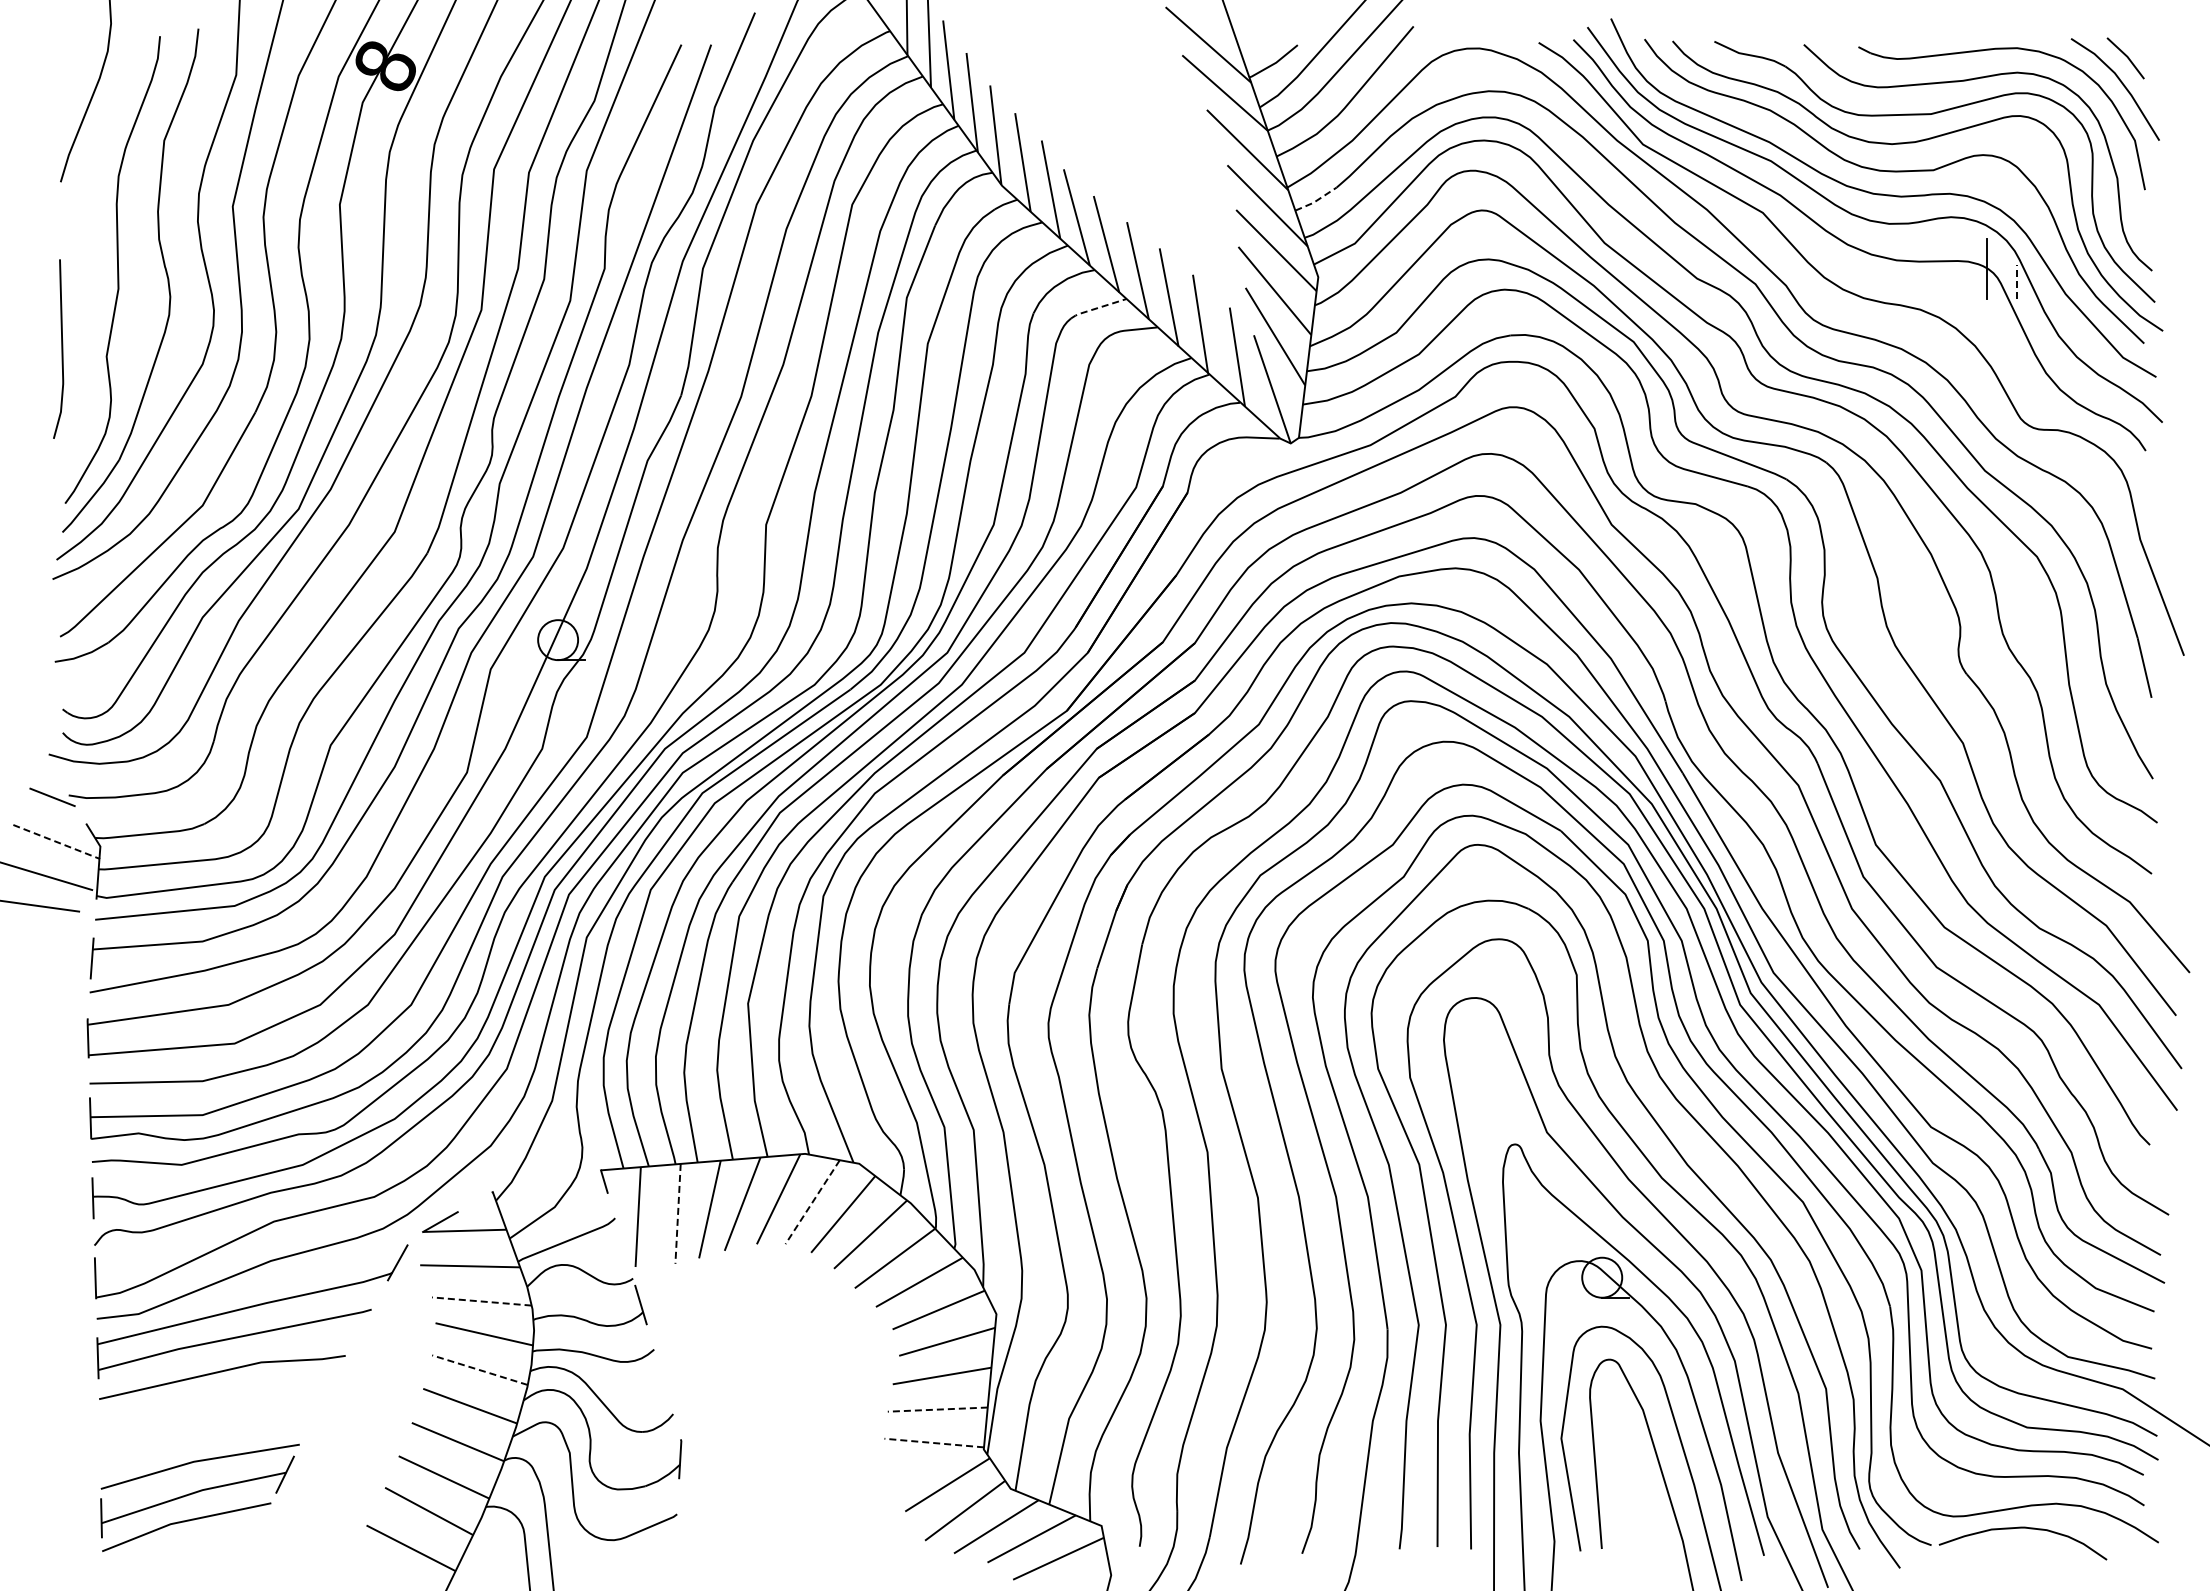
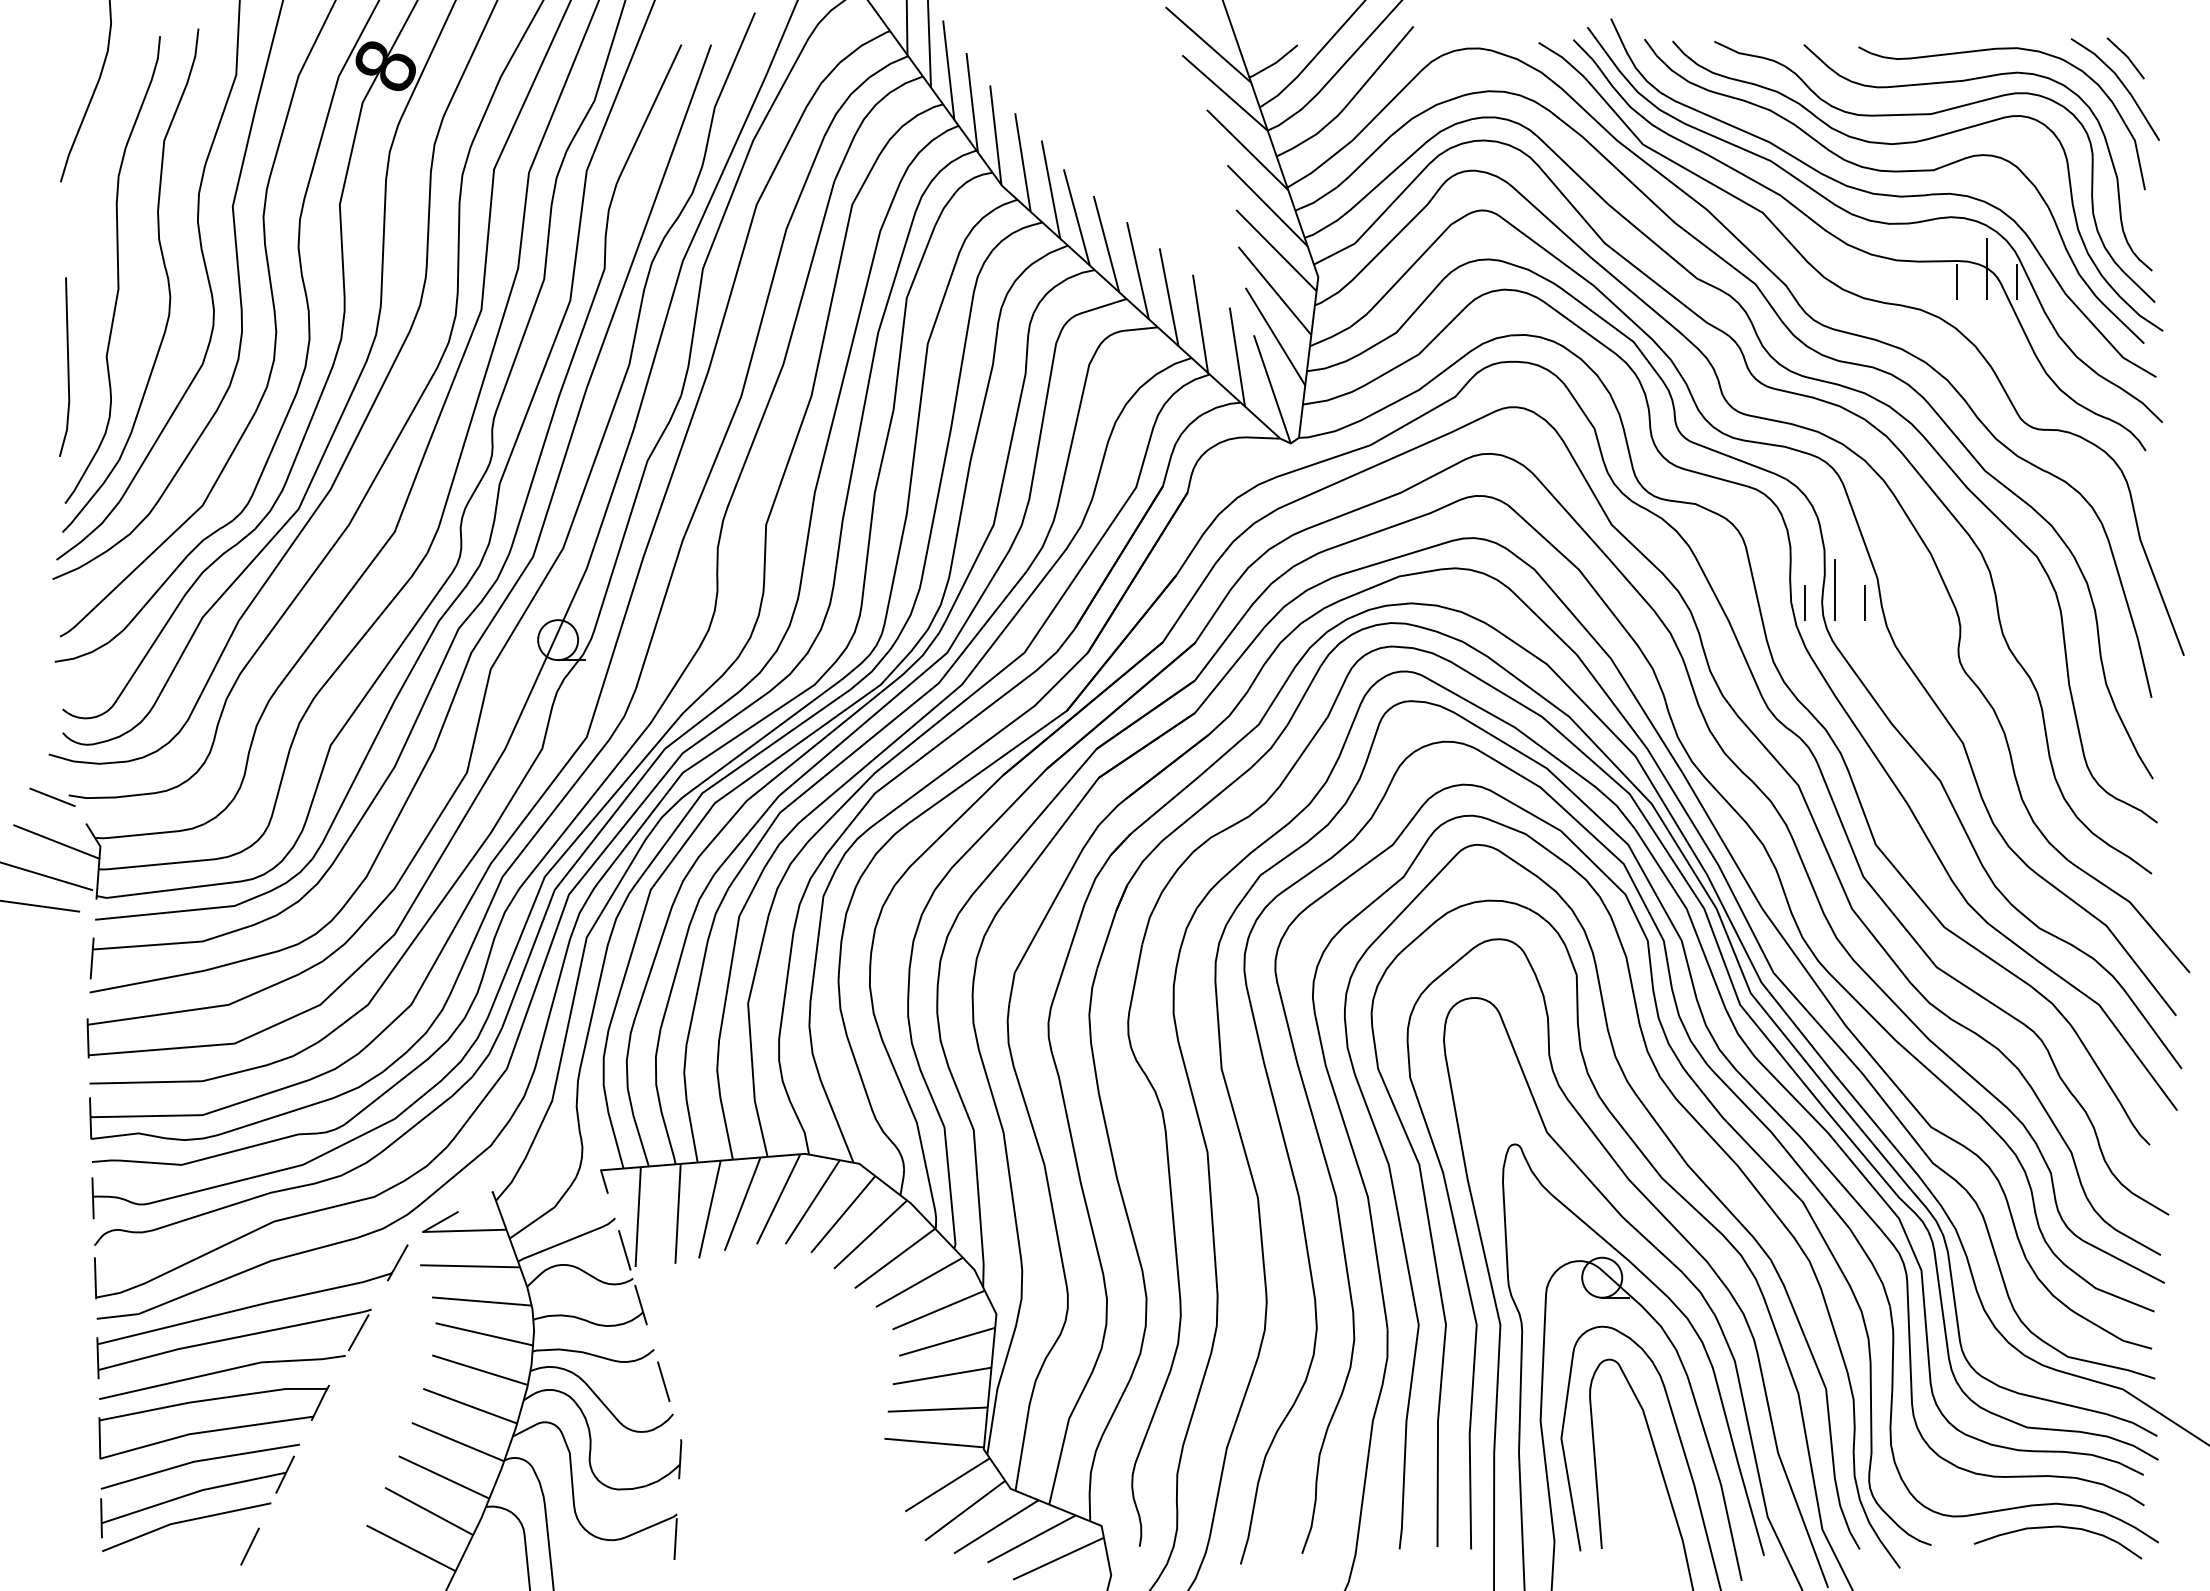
line at (1316, 200): dashed -> solid
line at (1957, 281): none -> present
line at (2017, 282): dashed -> solid
line at (1097, 308): dashed -> solid
line at (61, 348) position: (61, 348) -> (67, 366)
line at (1834, 589): none -> present
line at (1804, 602): none -> present
line at (1864, 602): none -> present
line at (56, 842): dashed -> solid
line at (812, 1202): dashed -> solid
line at (678, 1214): dashed -> solid
line at (624, 1250): none -> present
line at (481, 1301): dashed -> solid
line at (358, 1332): none -> present
line at (479, 1370): dashed -> solid
line at (663, 1381): none -> present
line at (937, 1409): dashed -> solid
part at (213, 1421): none -> present
line at (934, 1443): dashed -> solid
curve at (2022, 1528) position: (2022, 1528) -> (2057, 1527)
line at (675, 1539): none -> present
line at (249, 1546): none -> present
